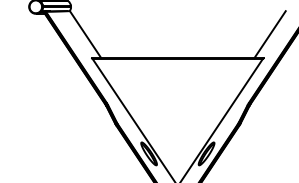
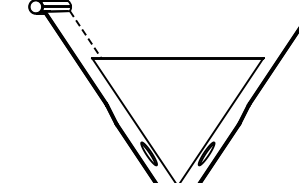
line at (269, 34): present -> none
line at (85, 35): solid -> dashed
